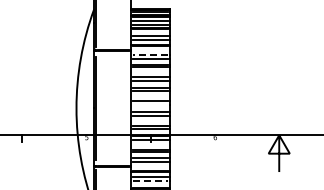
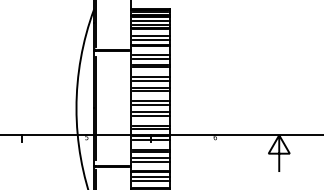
line at (150, 54): dashed -> solid
line at (150, 104): none -> present
line at (150, 181): dashed -> solid
